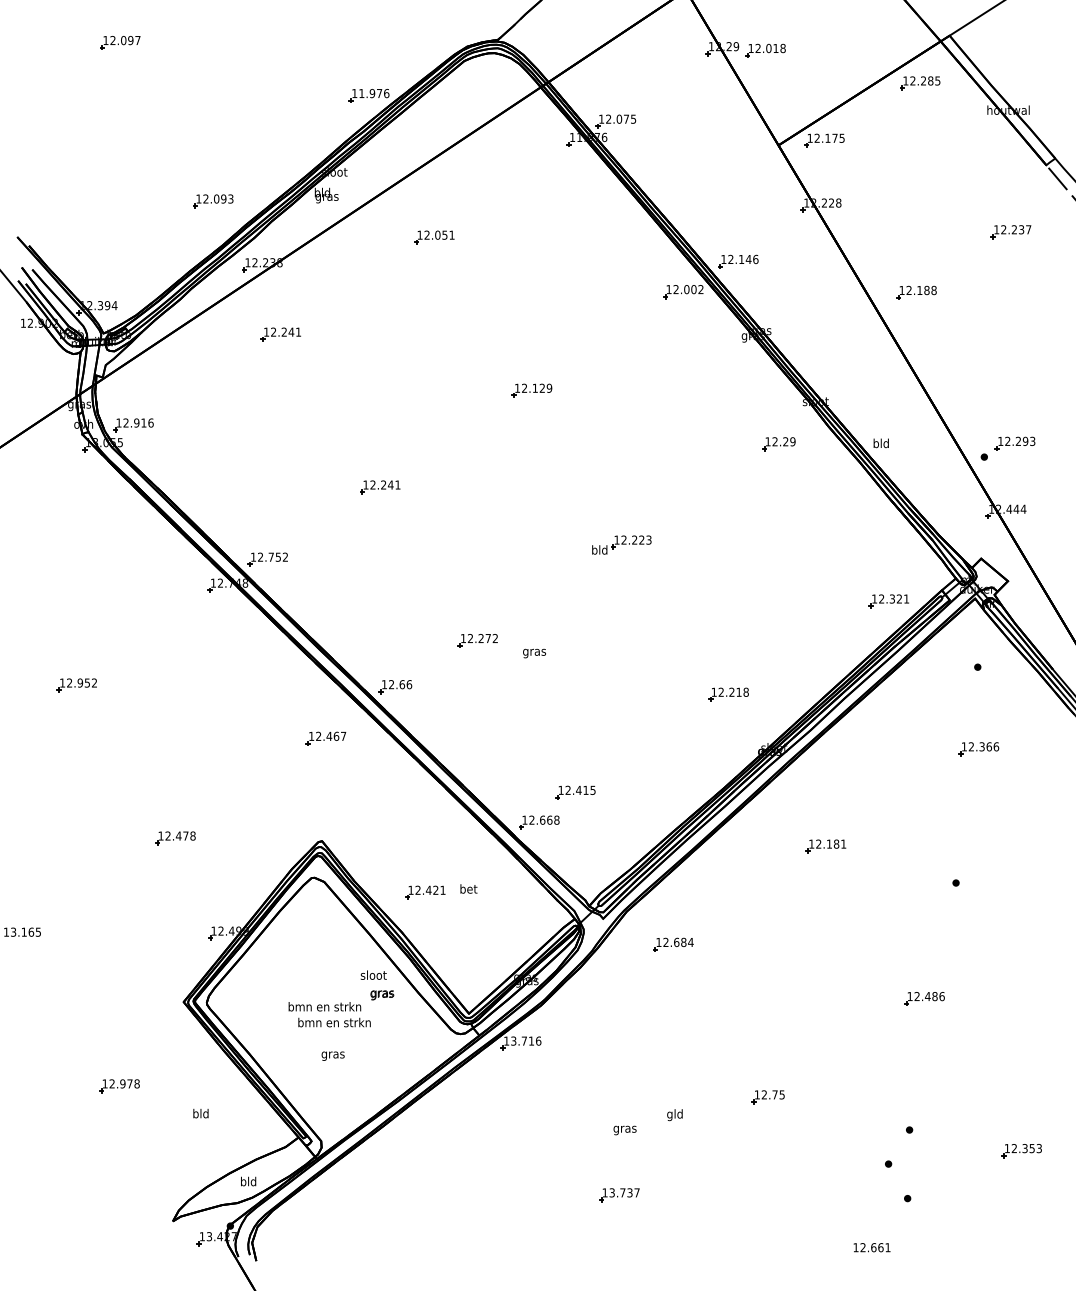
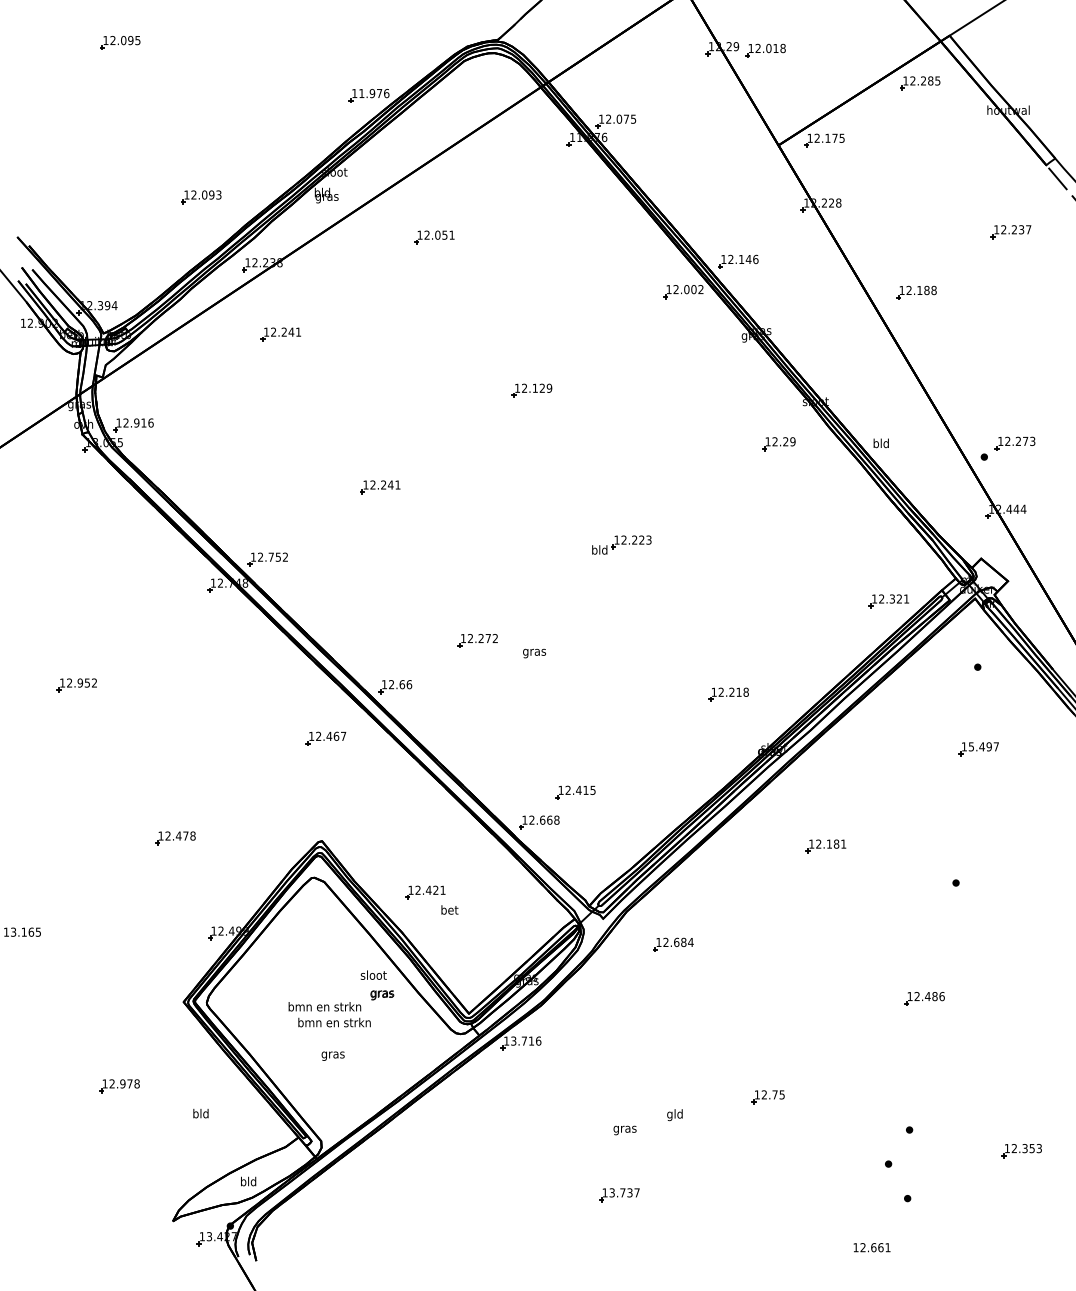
text at (137, 40): 12.097 -> 12.095
part at (213, 201) position: (213, 201) -> (201, 197)
text at (1025, 440): 12.293 -> 12.273
text at (983, 746): 12.366 -> 15.497
text at (468, 888) position: (468, 888) -> (449, 909)
